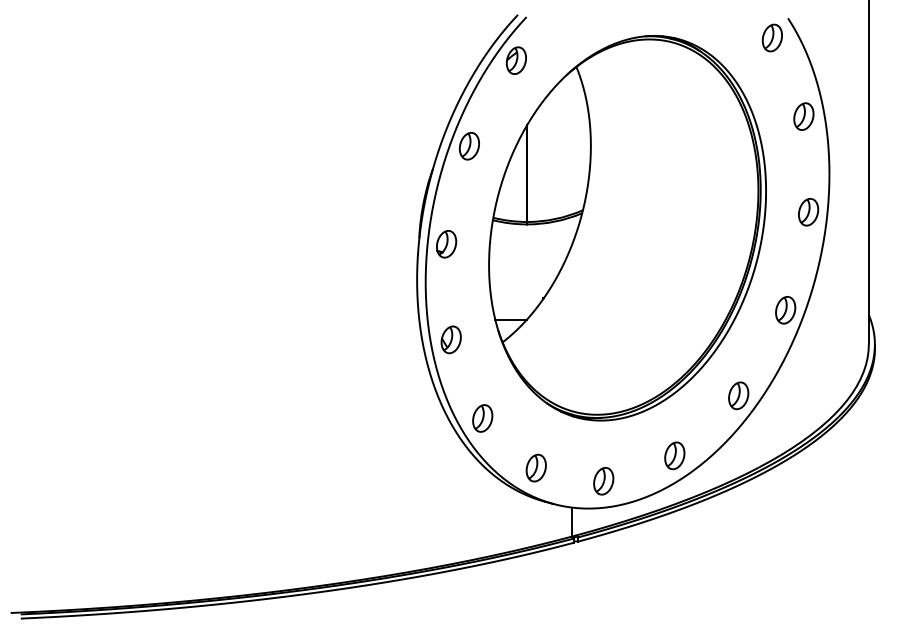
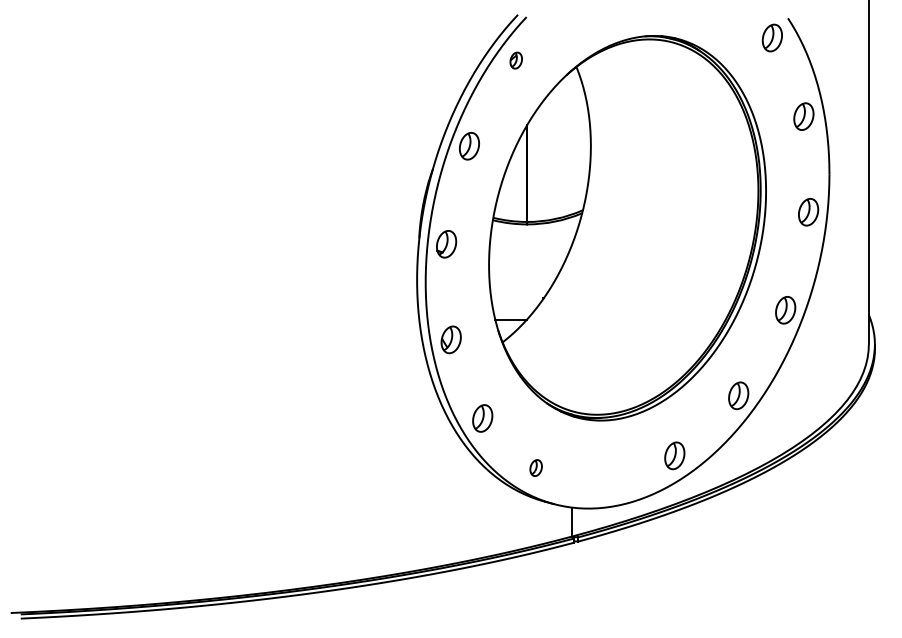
part at (515, 60) size: 22x29 px -> 14x19 px
part at (535, 467) size: 22x30 px -> 14x18 px
part at (603, 481): present -> none
